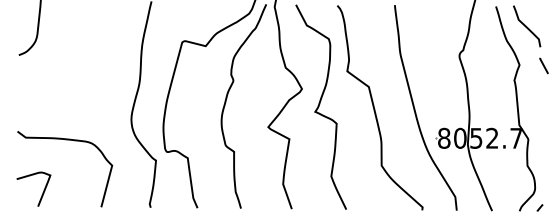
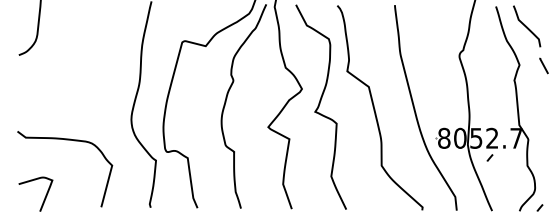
curve at (489, 157): none -> present
curve at (42, 192) position: (42, 192) -> (44, 197)
